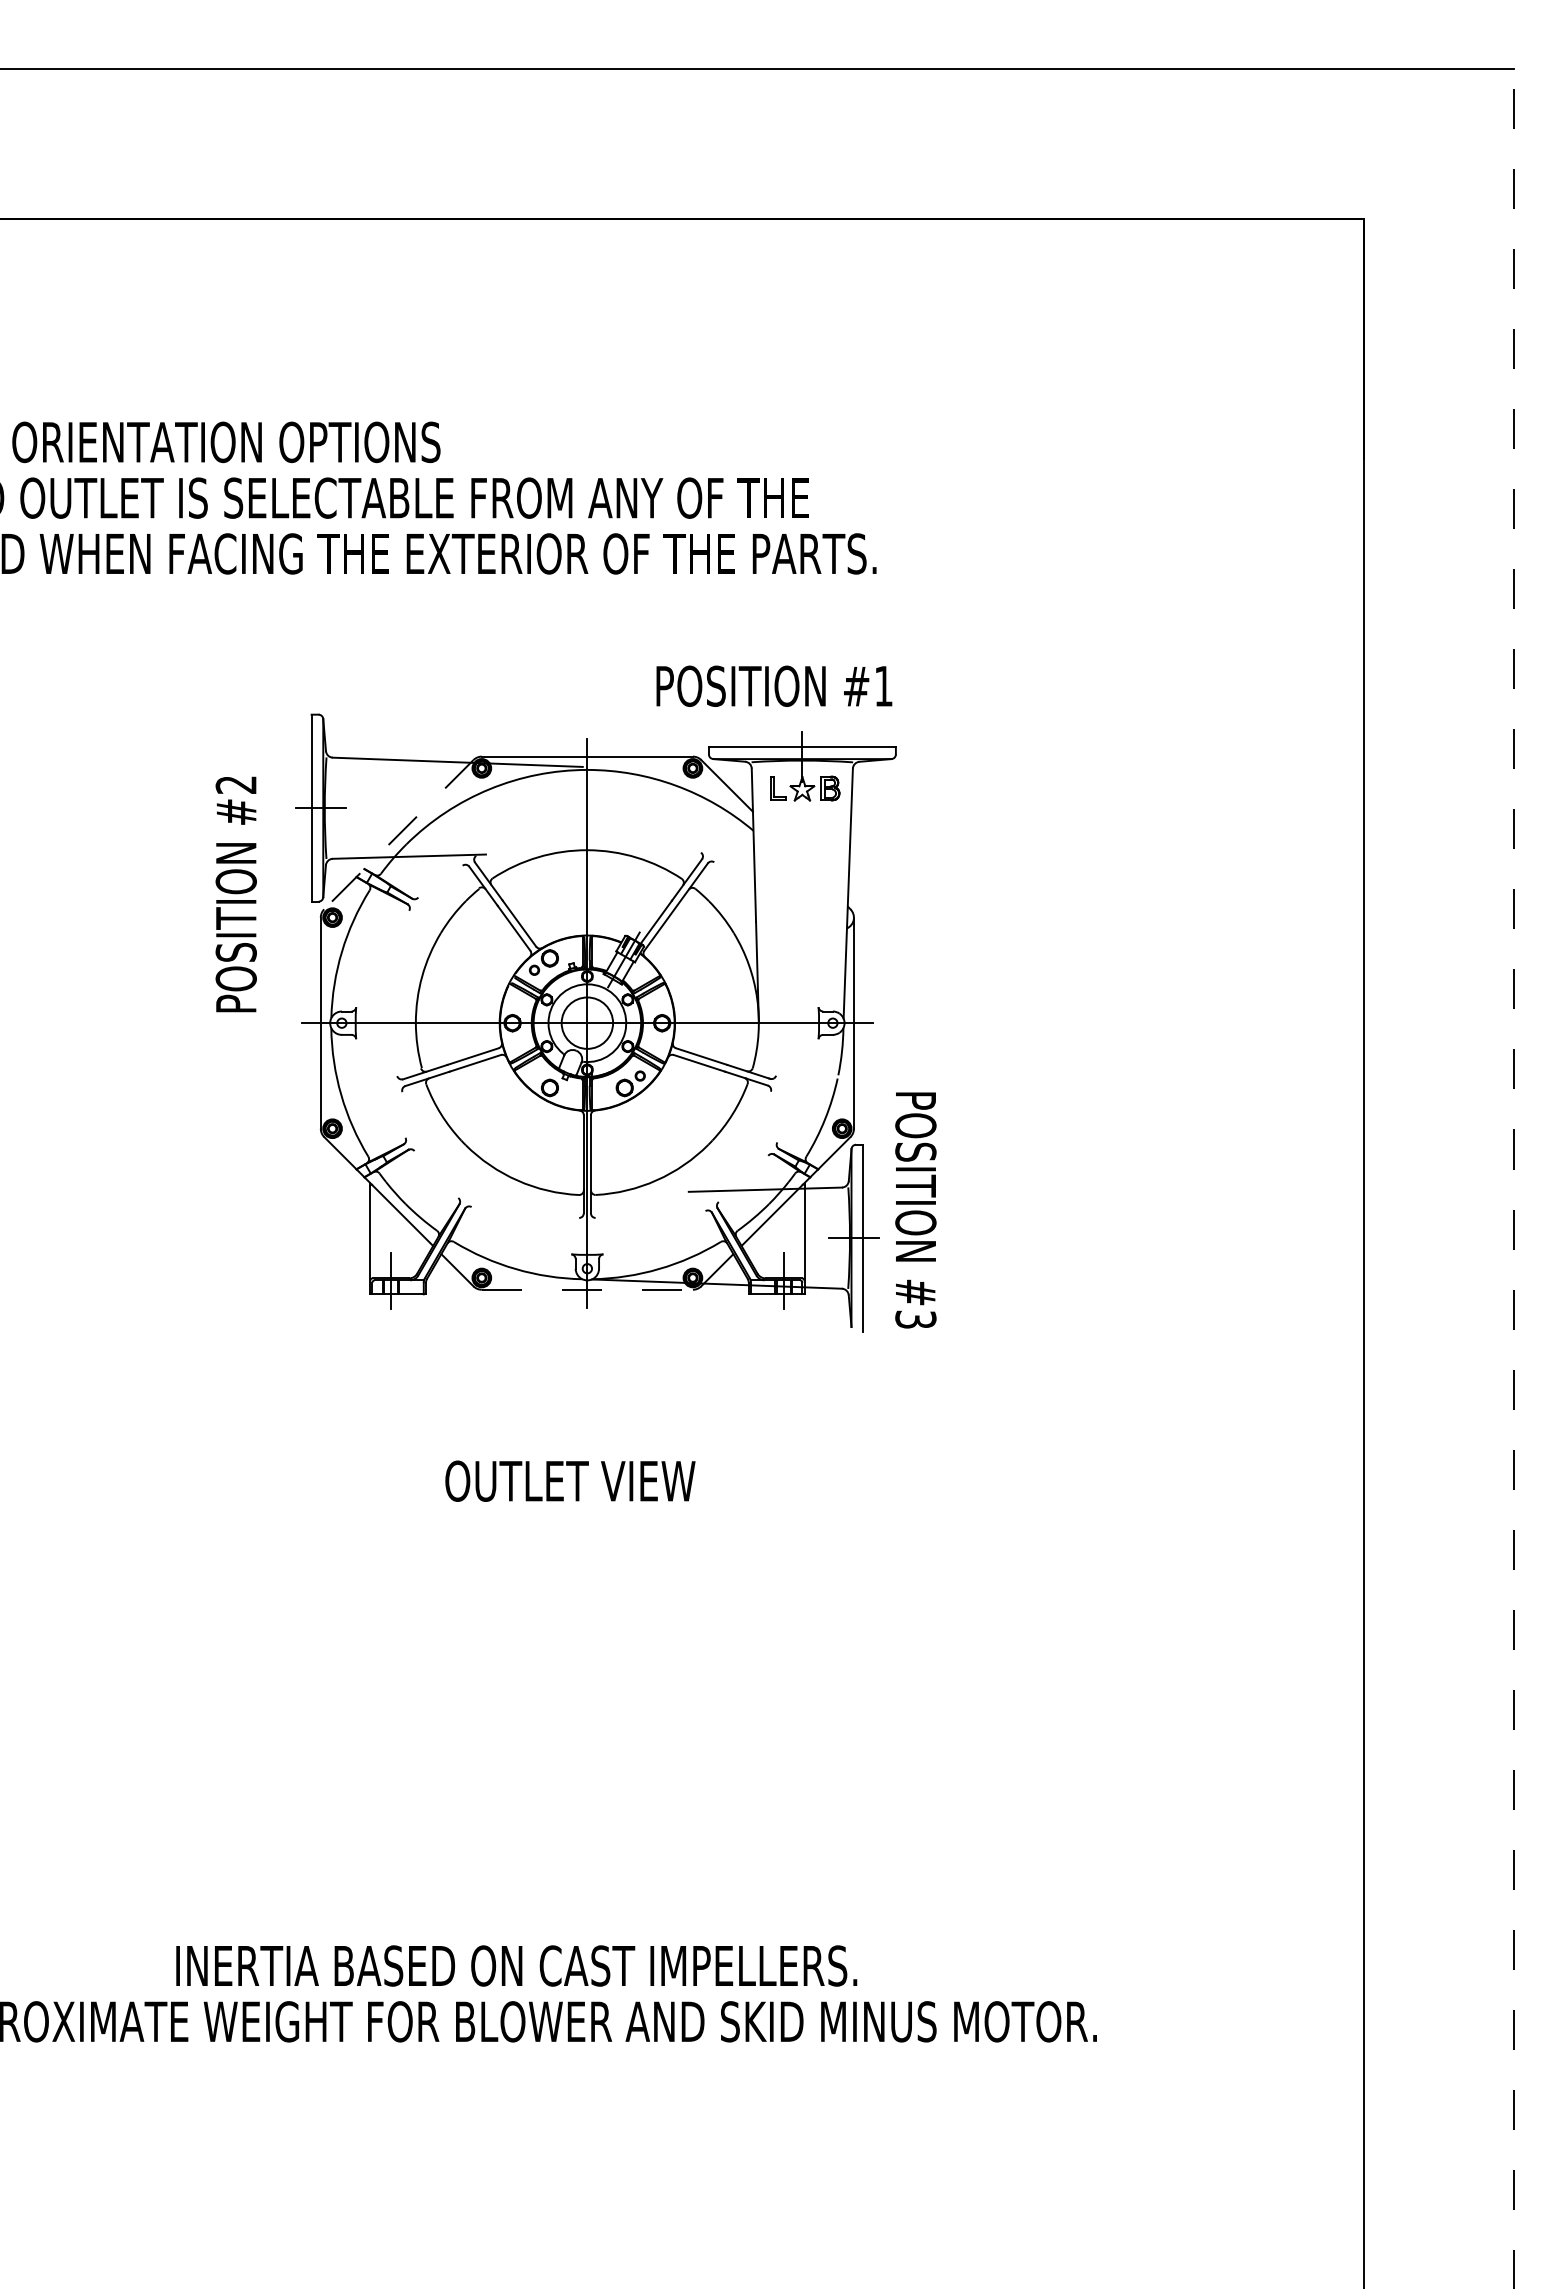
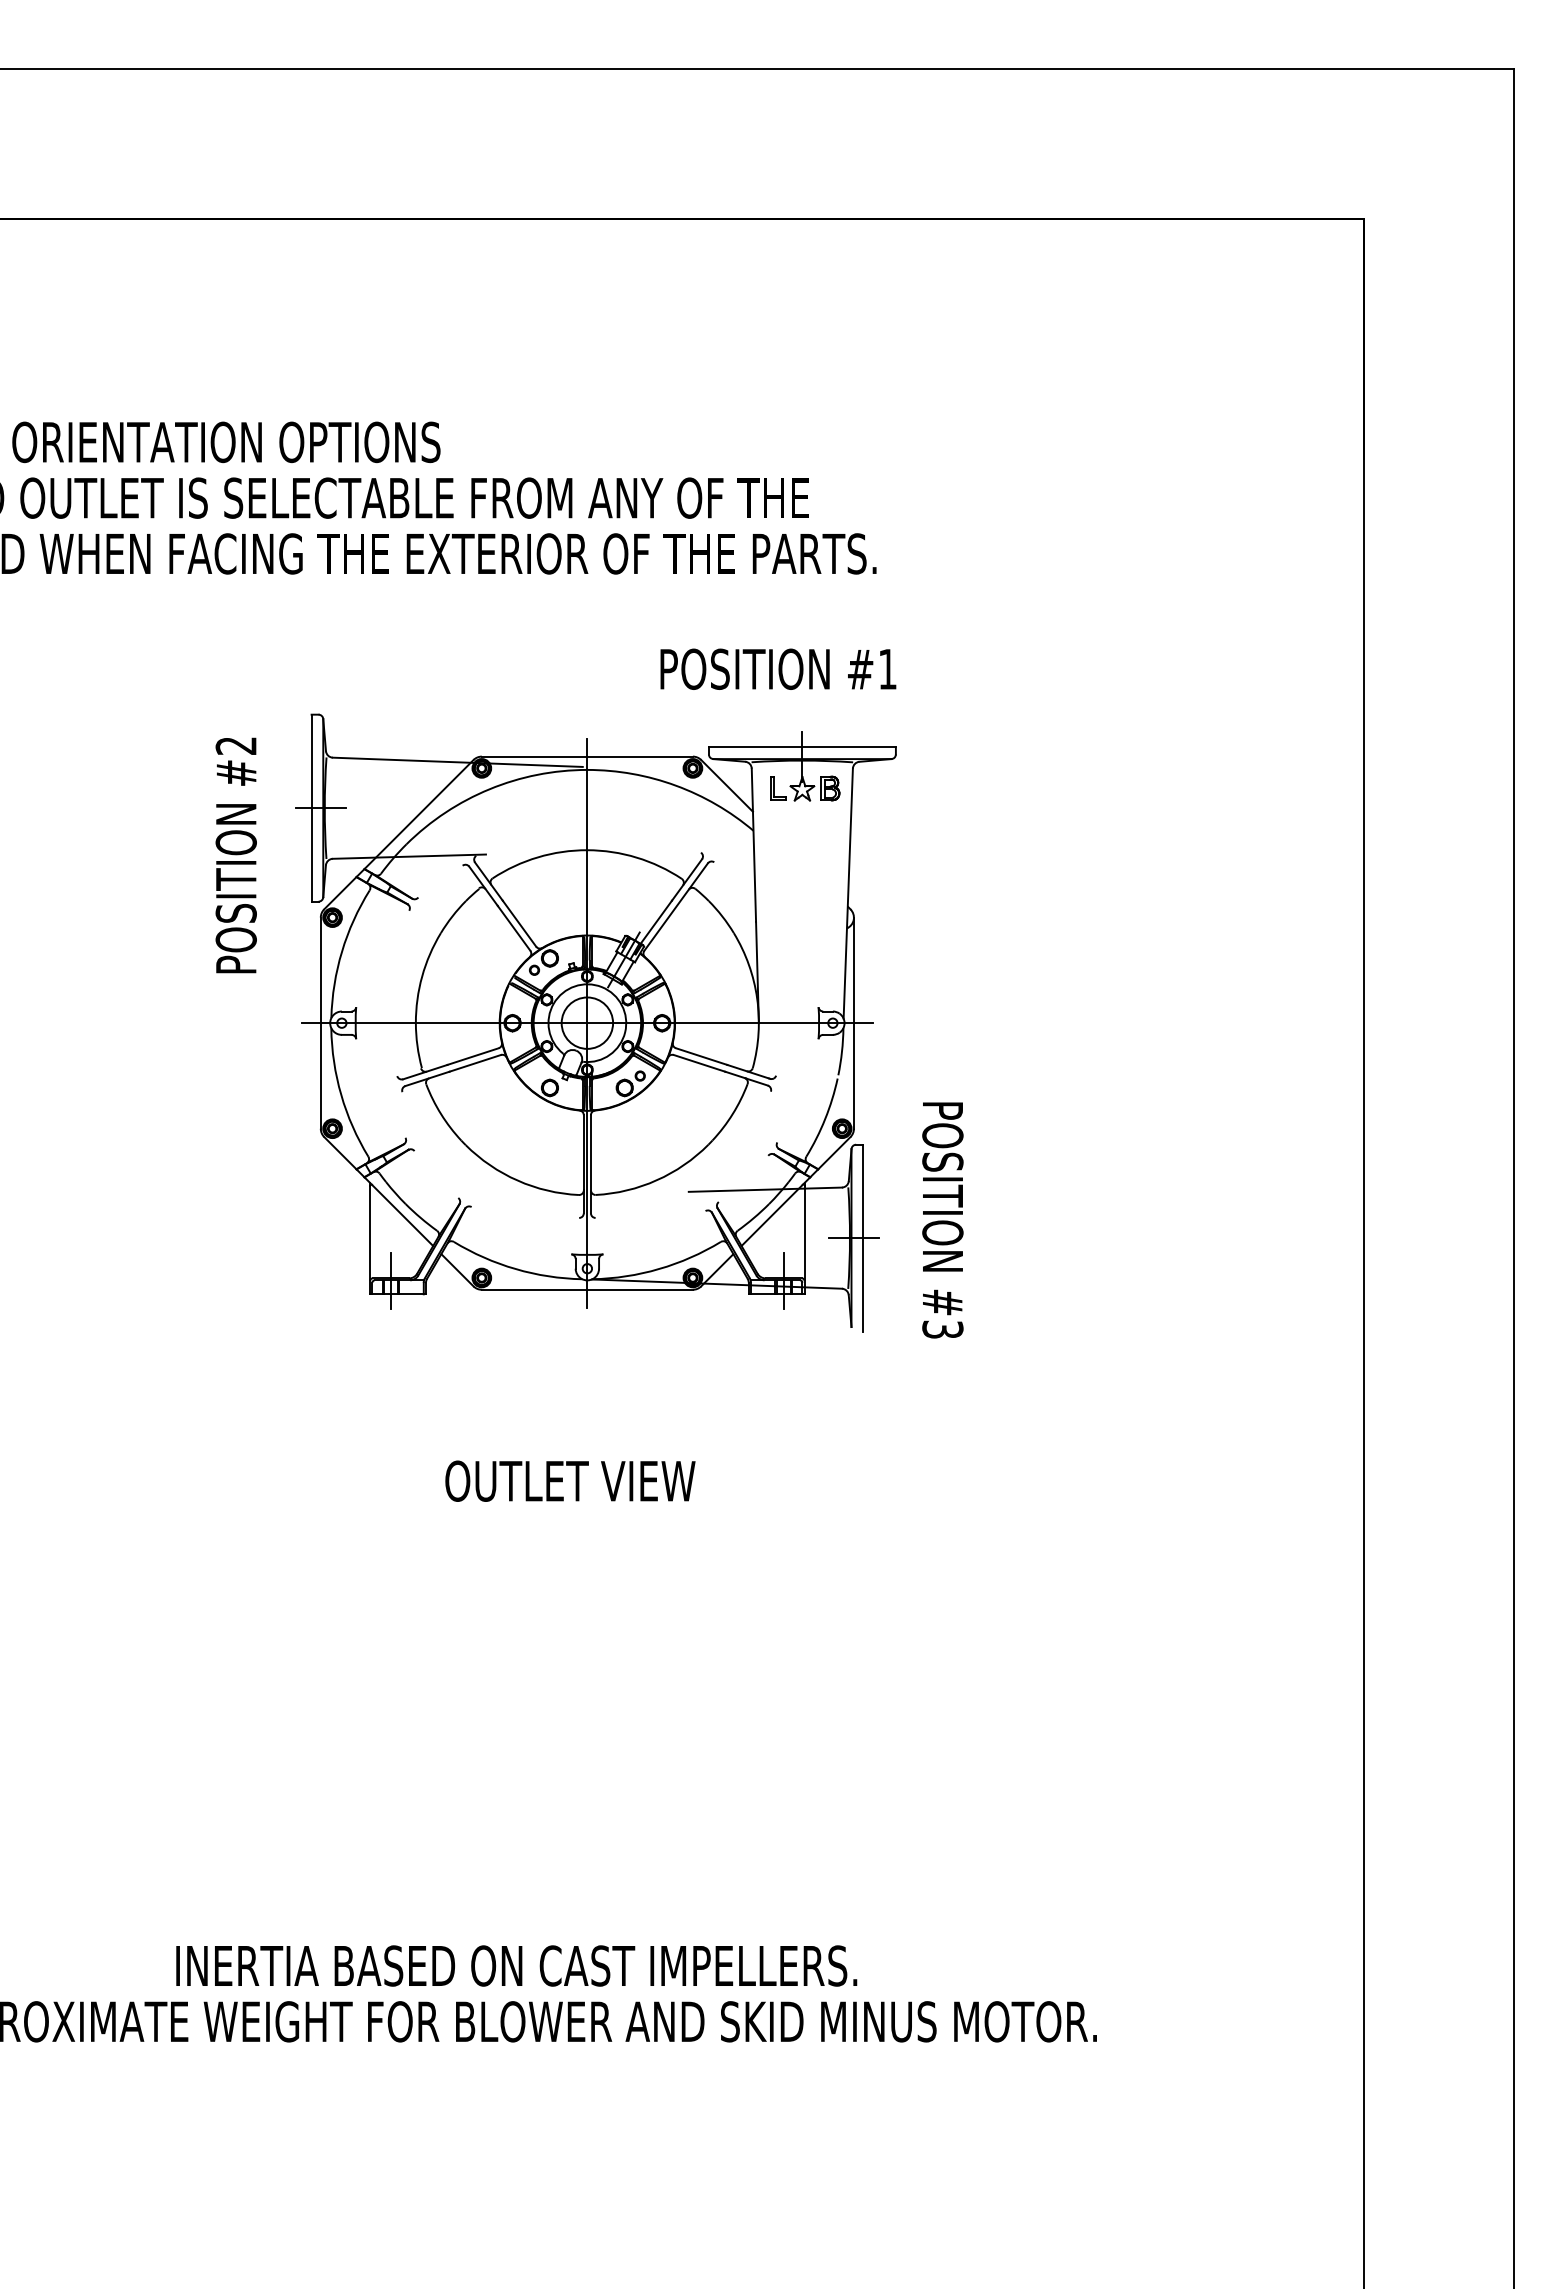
text at (774, 685) position: (774, 685) -> (778, 668)
line at (398, 834): dashed -> solid
text at (235, 894) position: (235, 894) -> (235, 855)
line at (1514, 1178): dashed -> solid
text at (915, 1210) position: (915, 1210) -> (942, 1220)
line at (587, 1289): dashed -> solid
